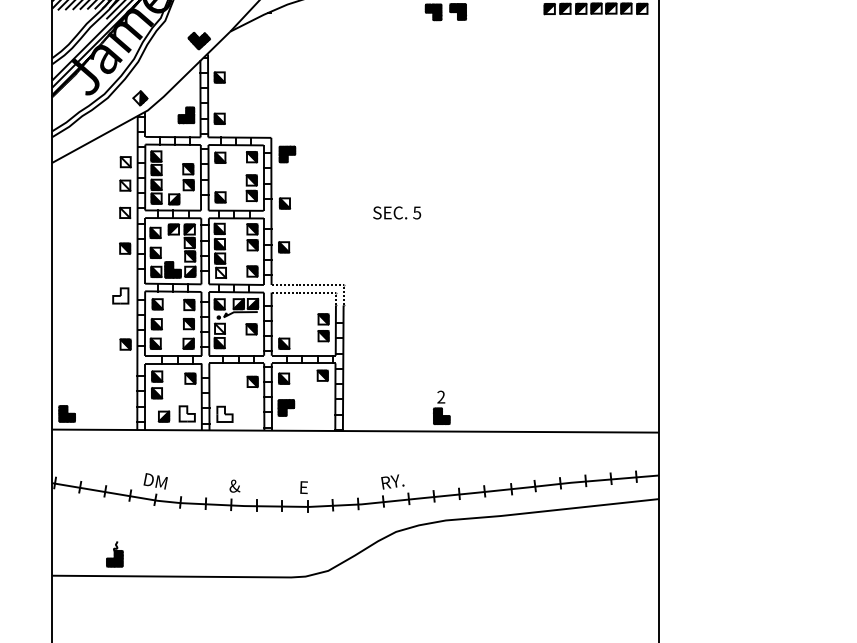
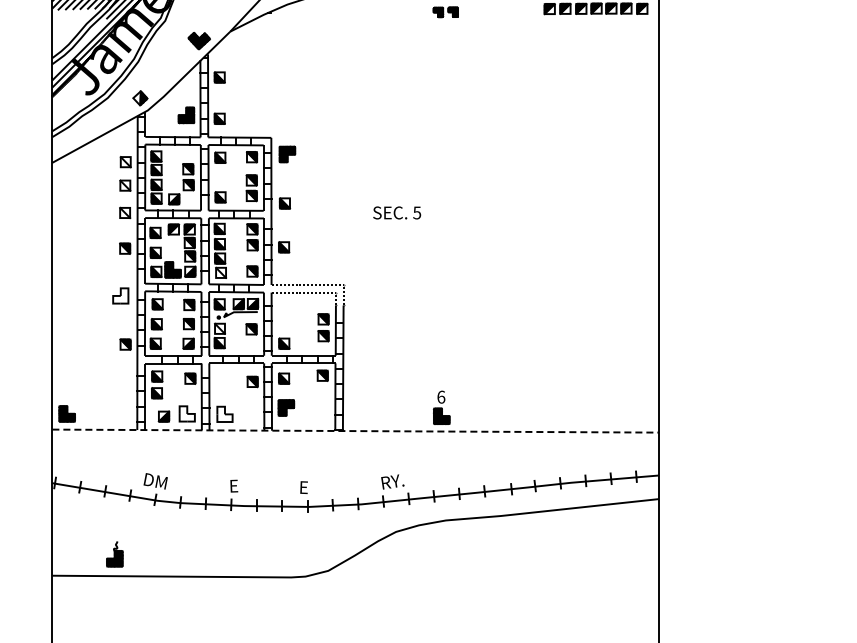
part at (445, 12) size: 43x19 px -> 27x13 px
text at (441, 396): 2 -> 6
line at (356, 431): solid -> dashed
text at (234, 485): & -> E
